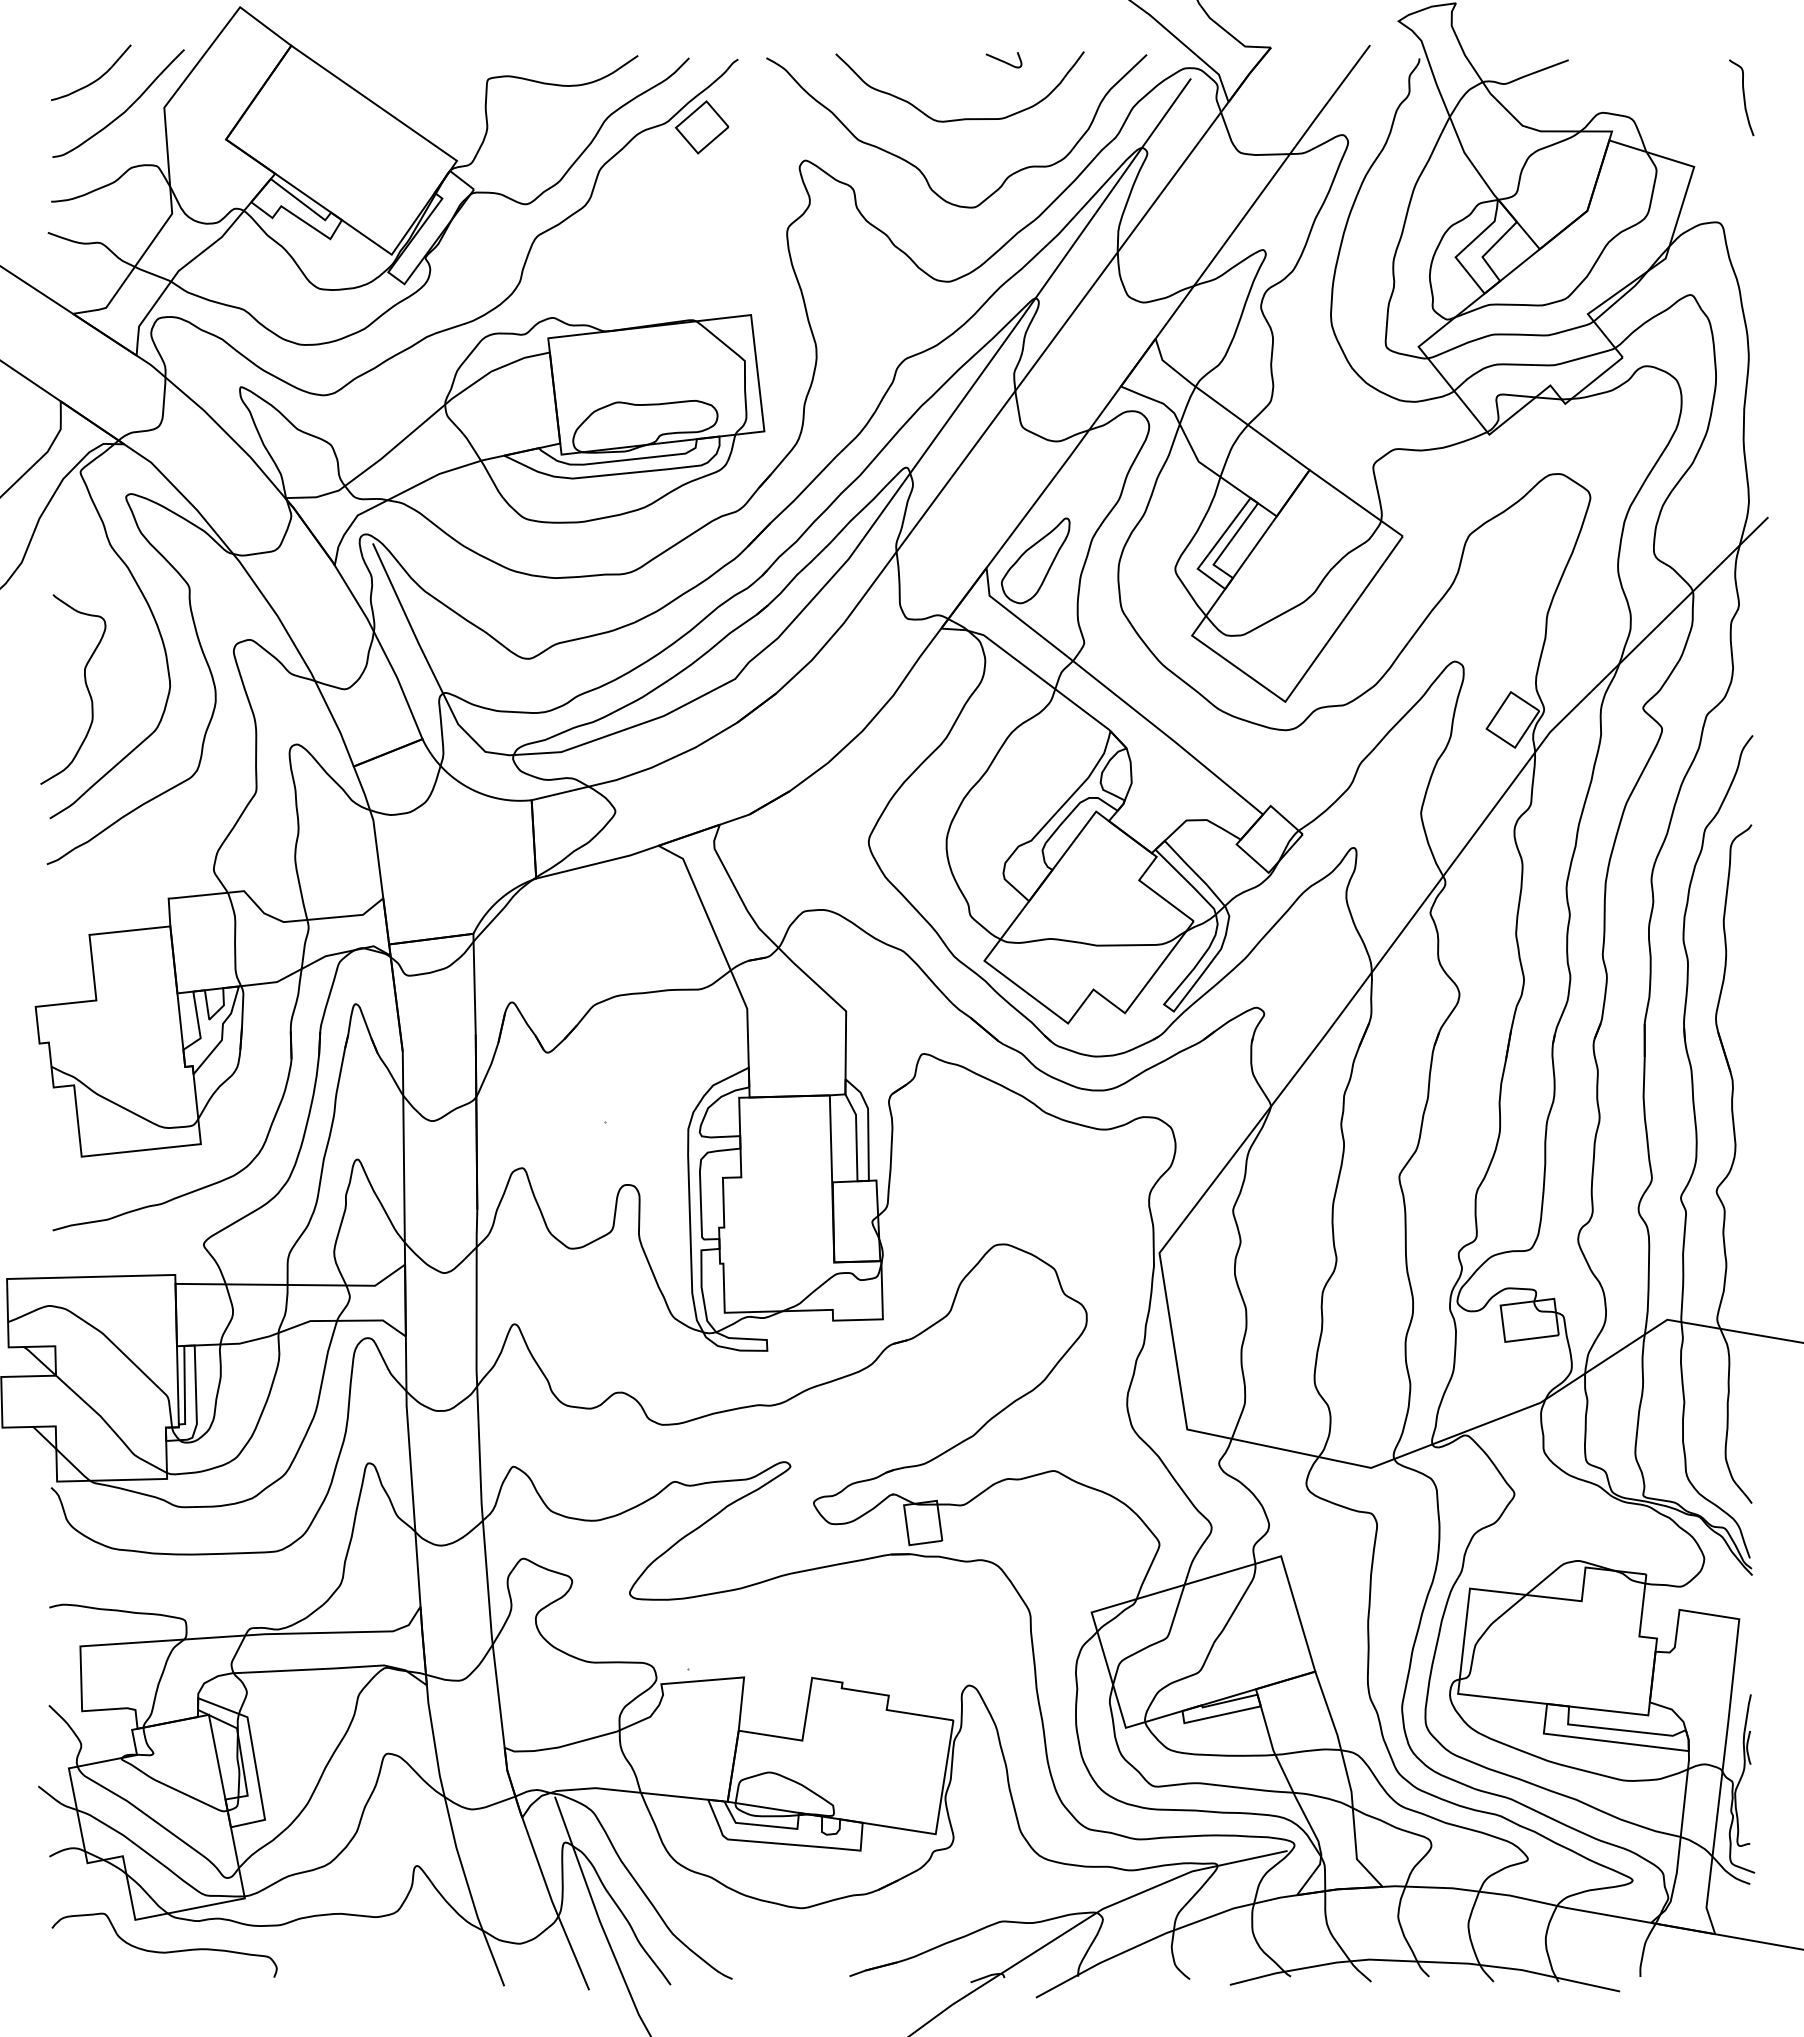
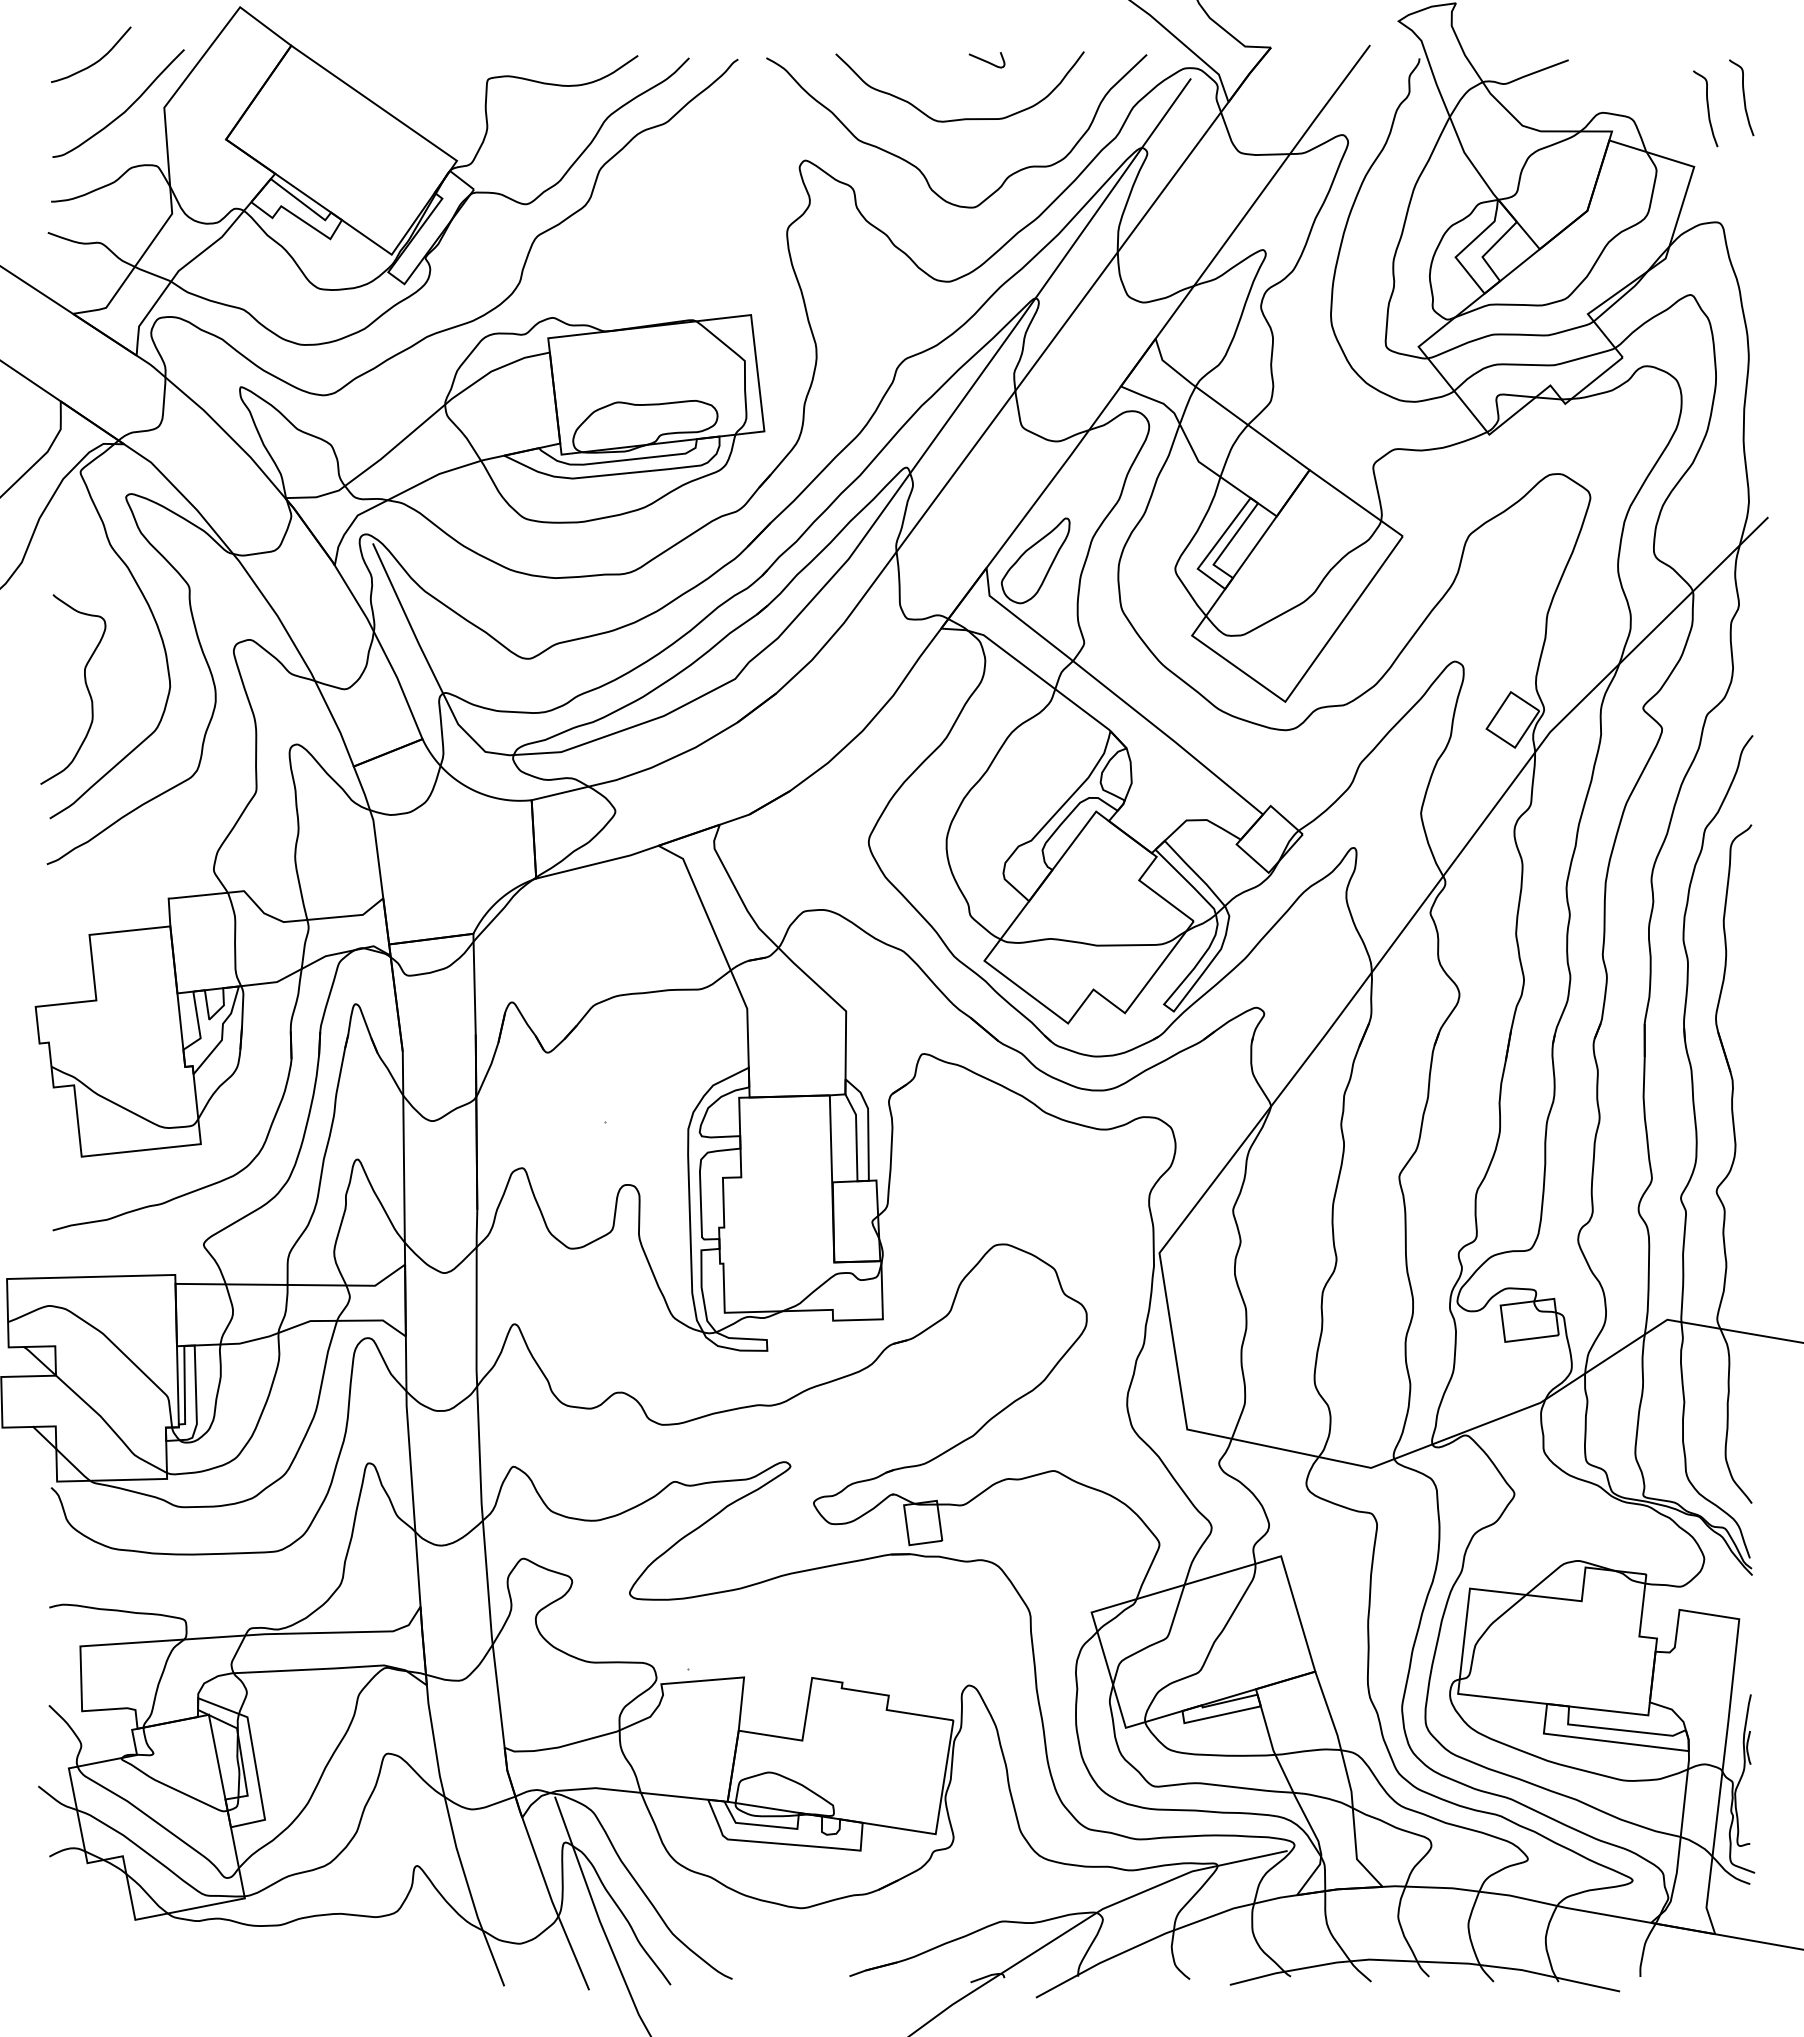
curve at (1003, 60) position: (1003, 60) -> (986, 60)
curve at (97, 78) position: (97, 78) -> (97, 60)
curve at (1707, 108): none -> present
part at (701, 127): present -> none
curve at (164, 1951): present -> none
